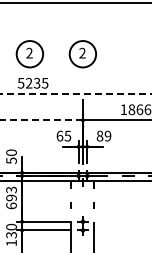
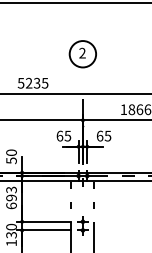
part at (29, 54): present -> none
line at (76, 93): dashed -> solid
line at (41, 120): dashed -> solid
text at (103, 135): 89 -> 65
